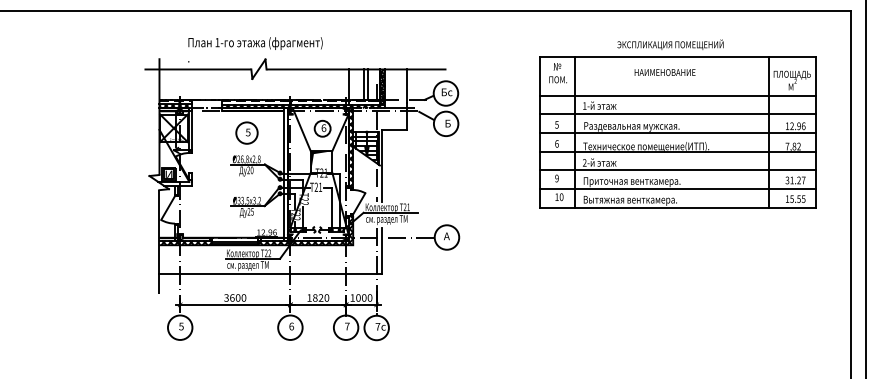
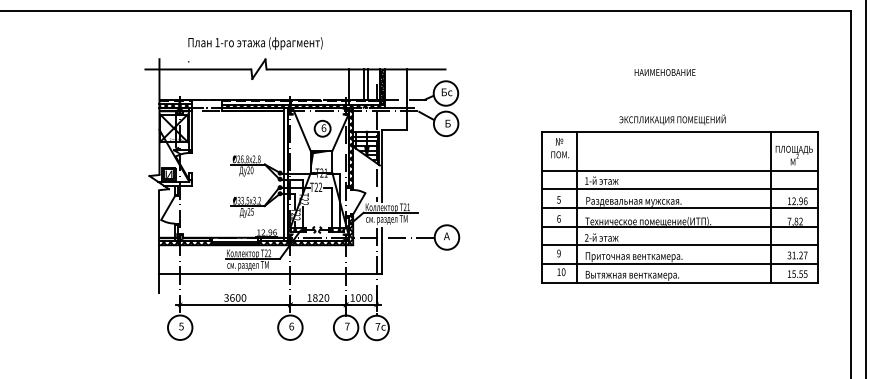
part at (677, 123) position: (677, 123) -> (679, 198)
part at (246, 132): present -> none
text at (320, 186): 21 -> 22
